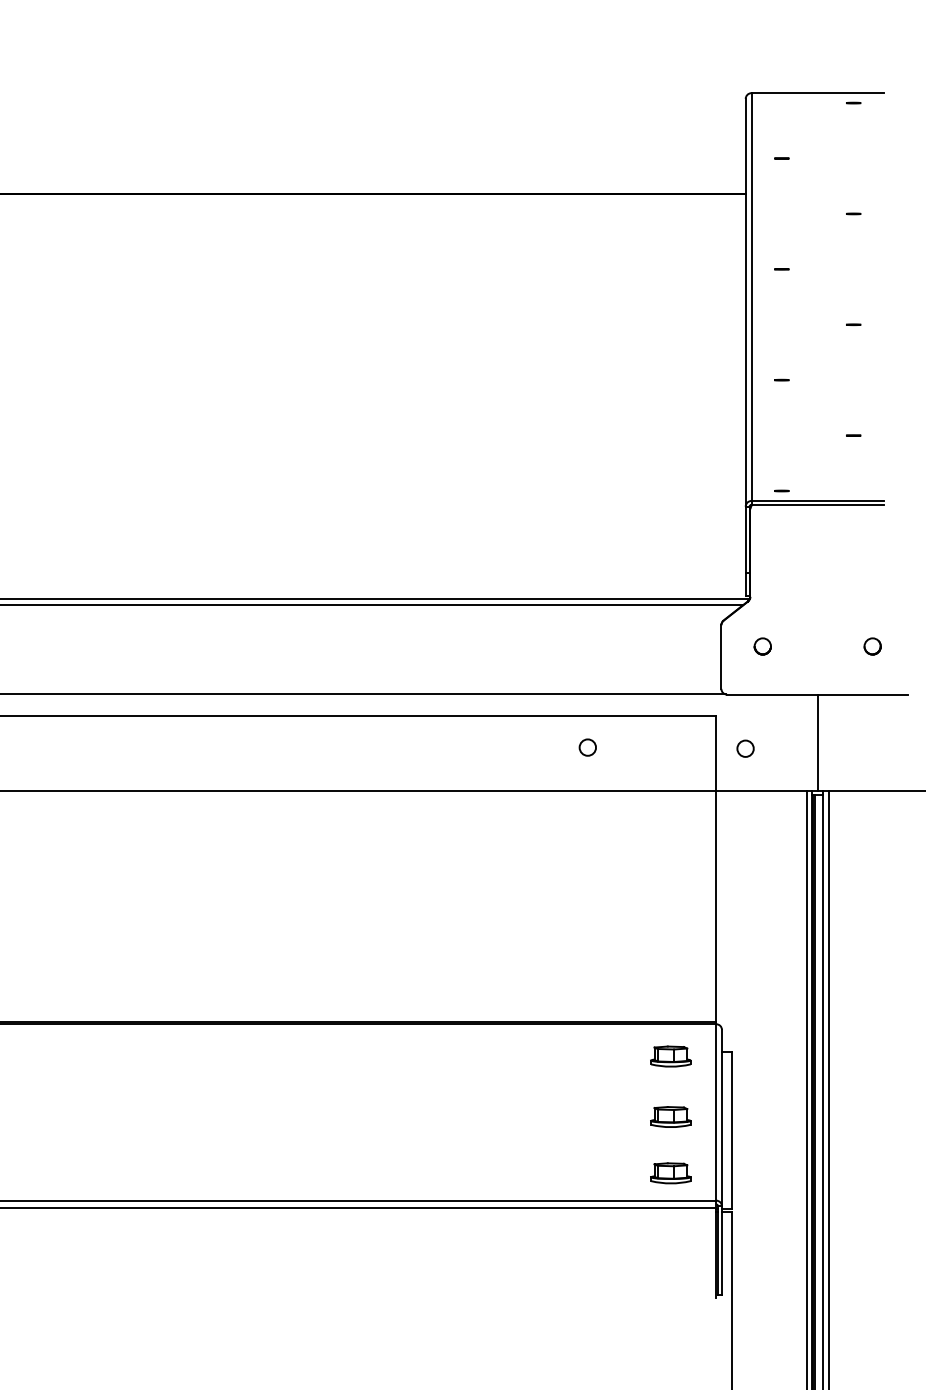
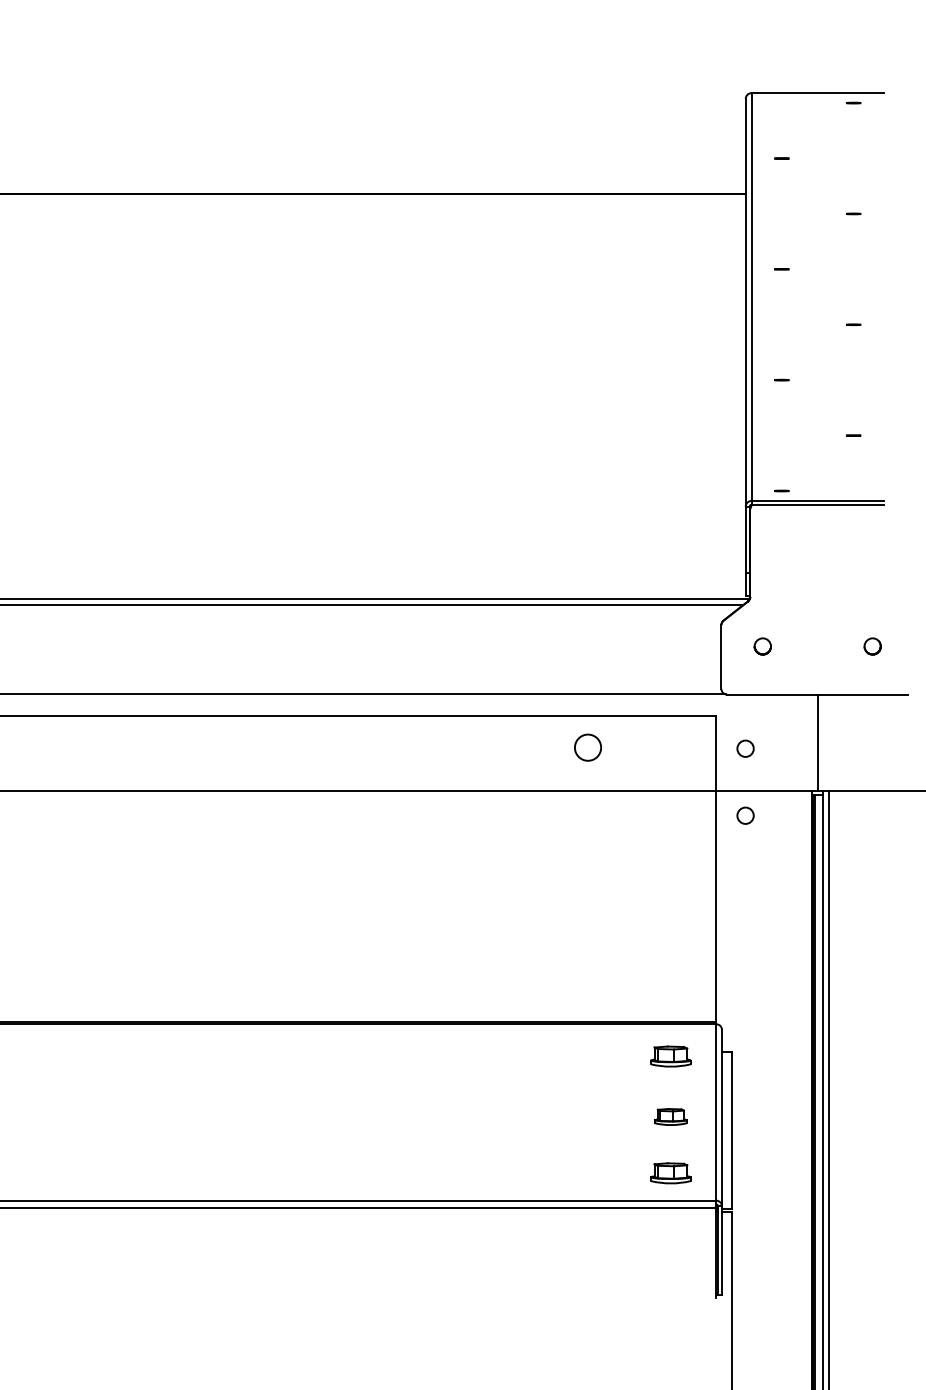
circle at (587, 747) size: 19x19 px -> 28x29 px
circle at (745, 815): none -> present
line at (806, 1088): present -> none
part at (670, 1116) size: 42x22 px -> 34x18 px
